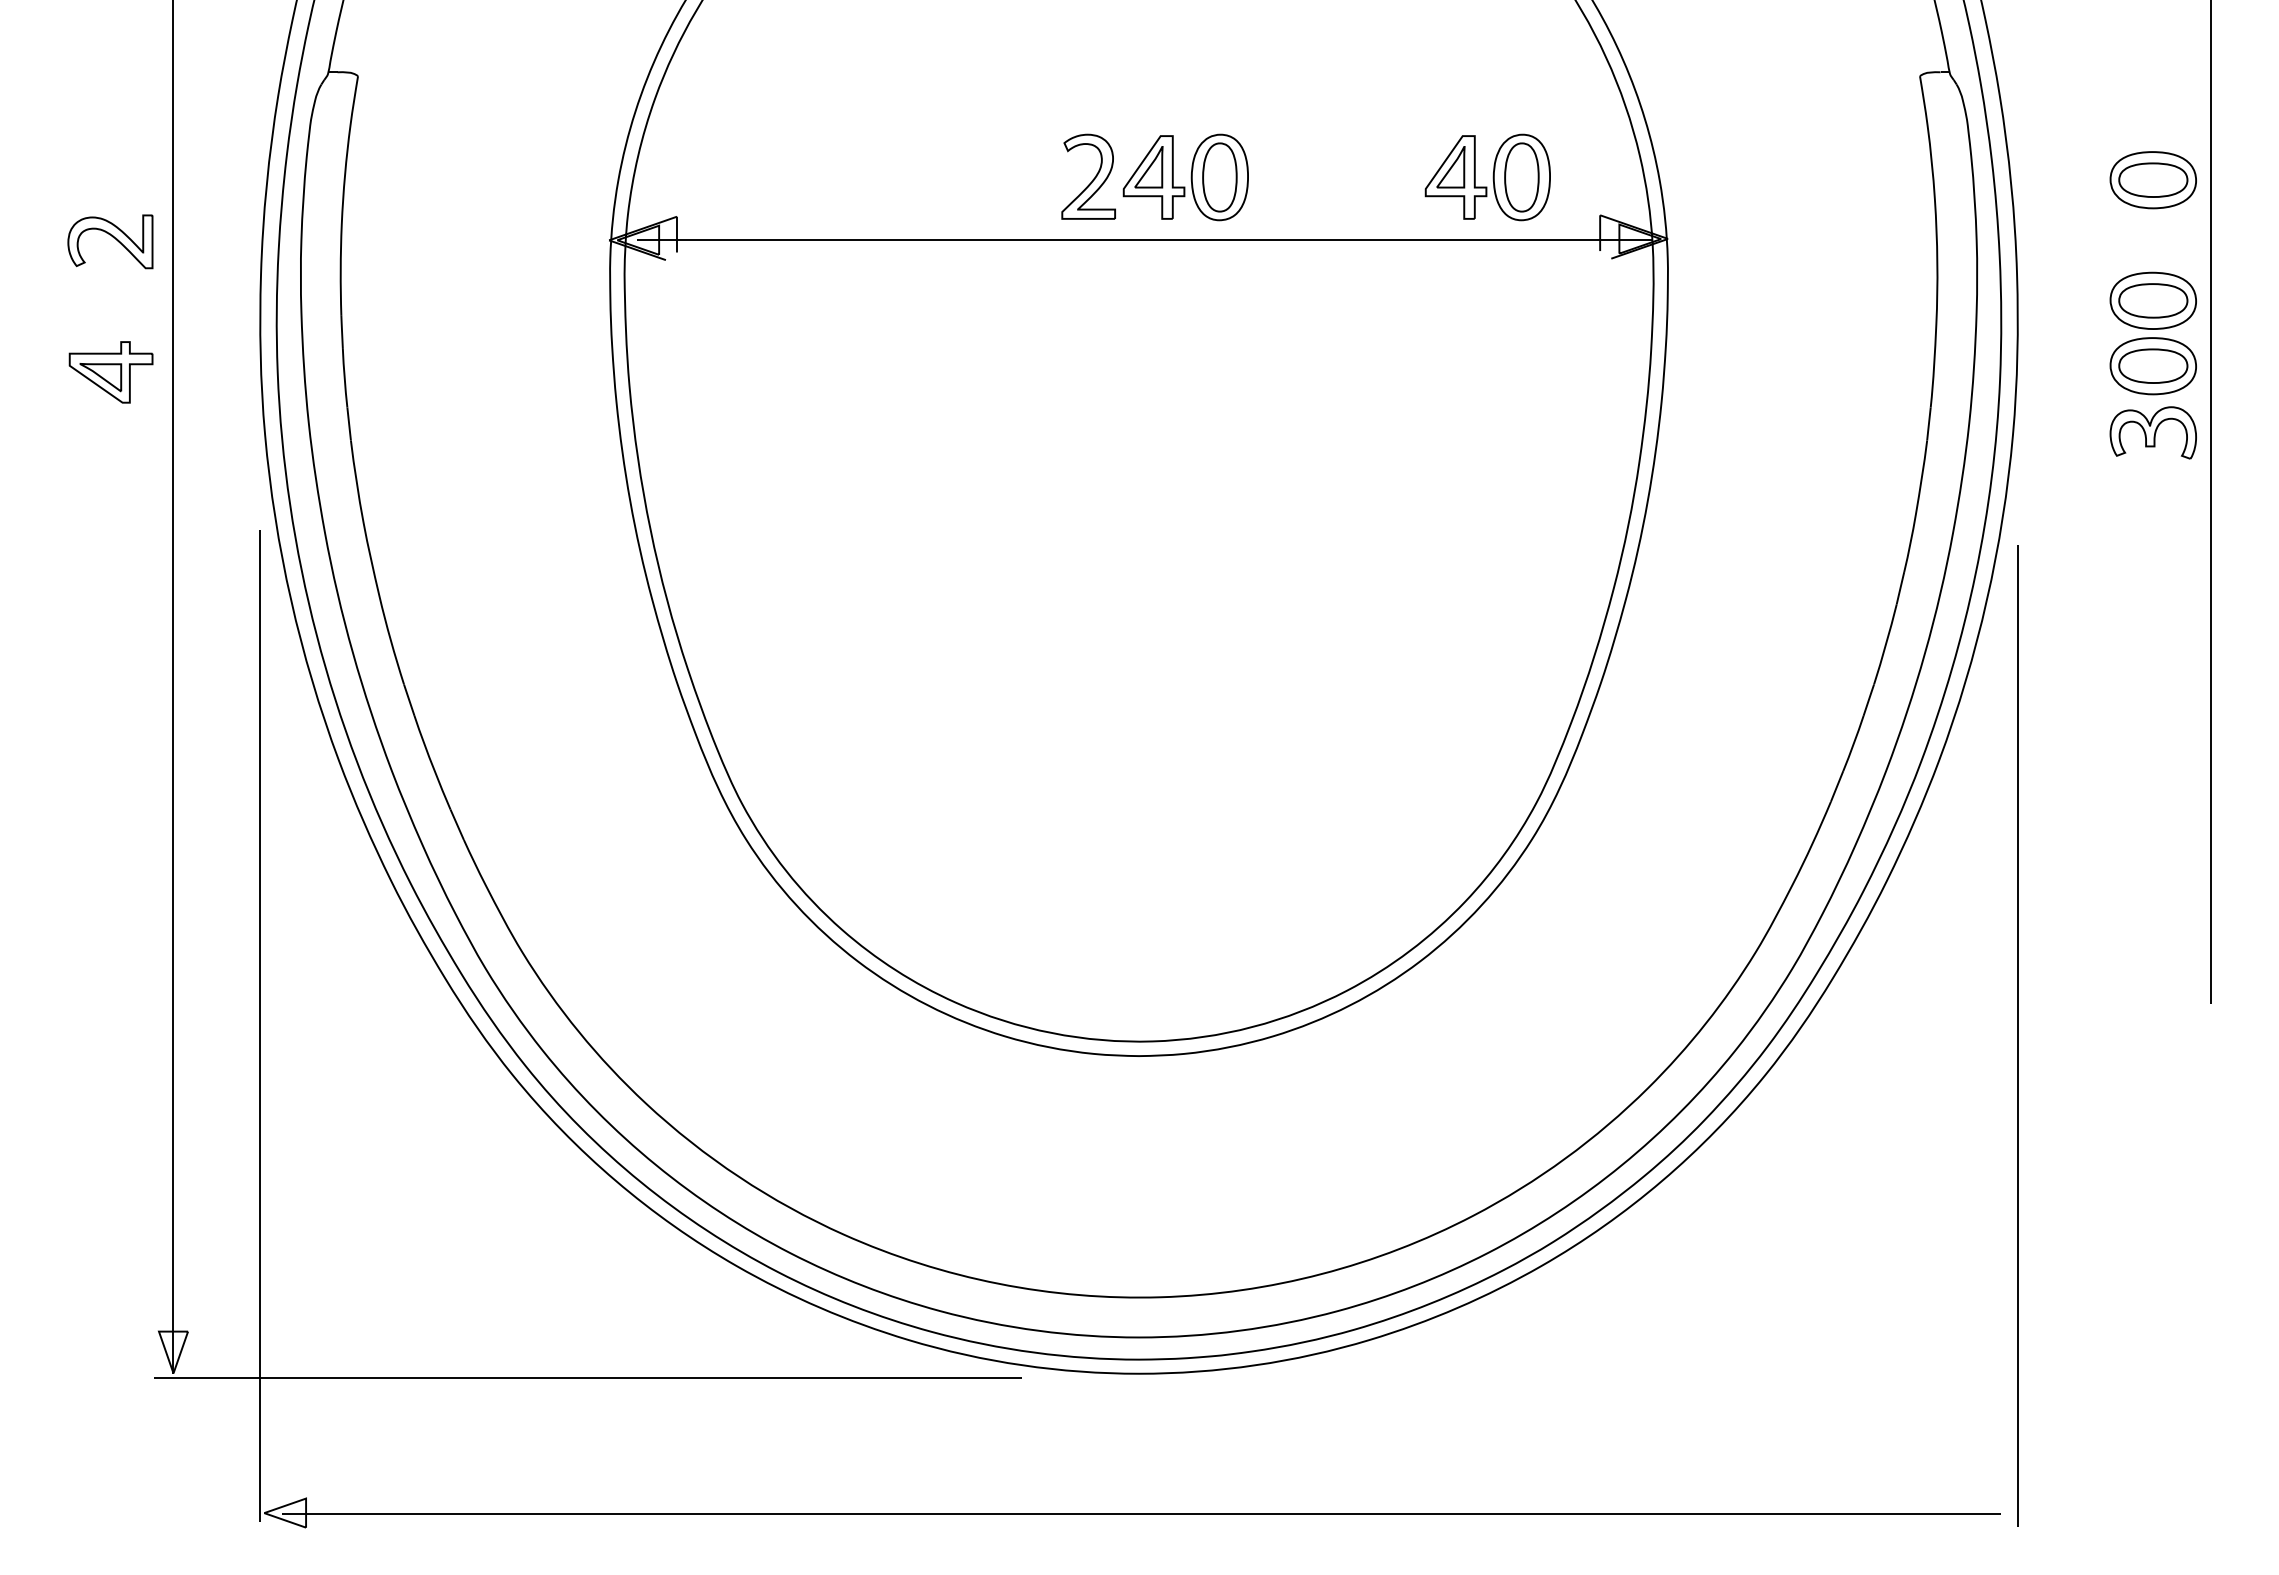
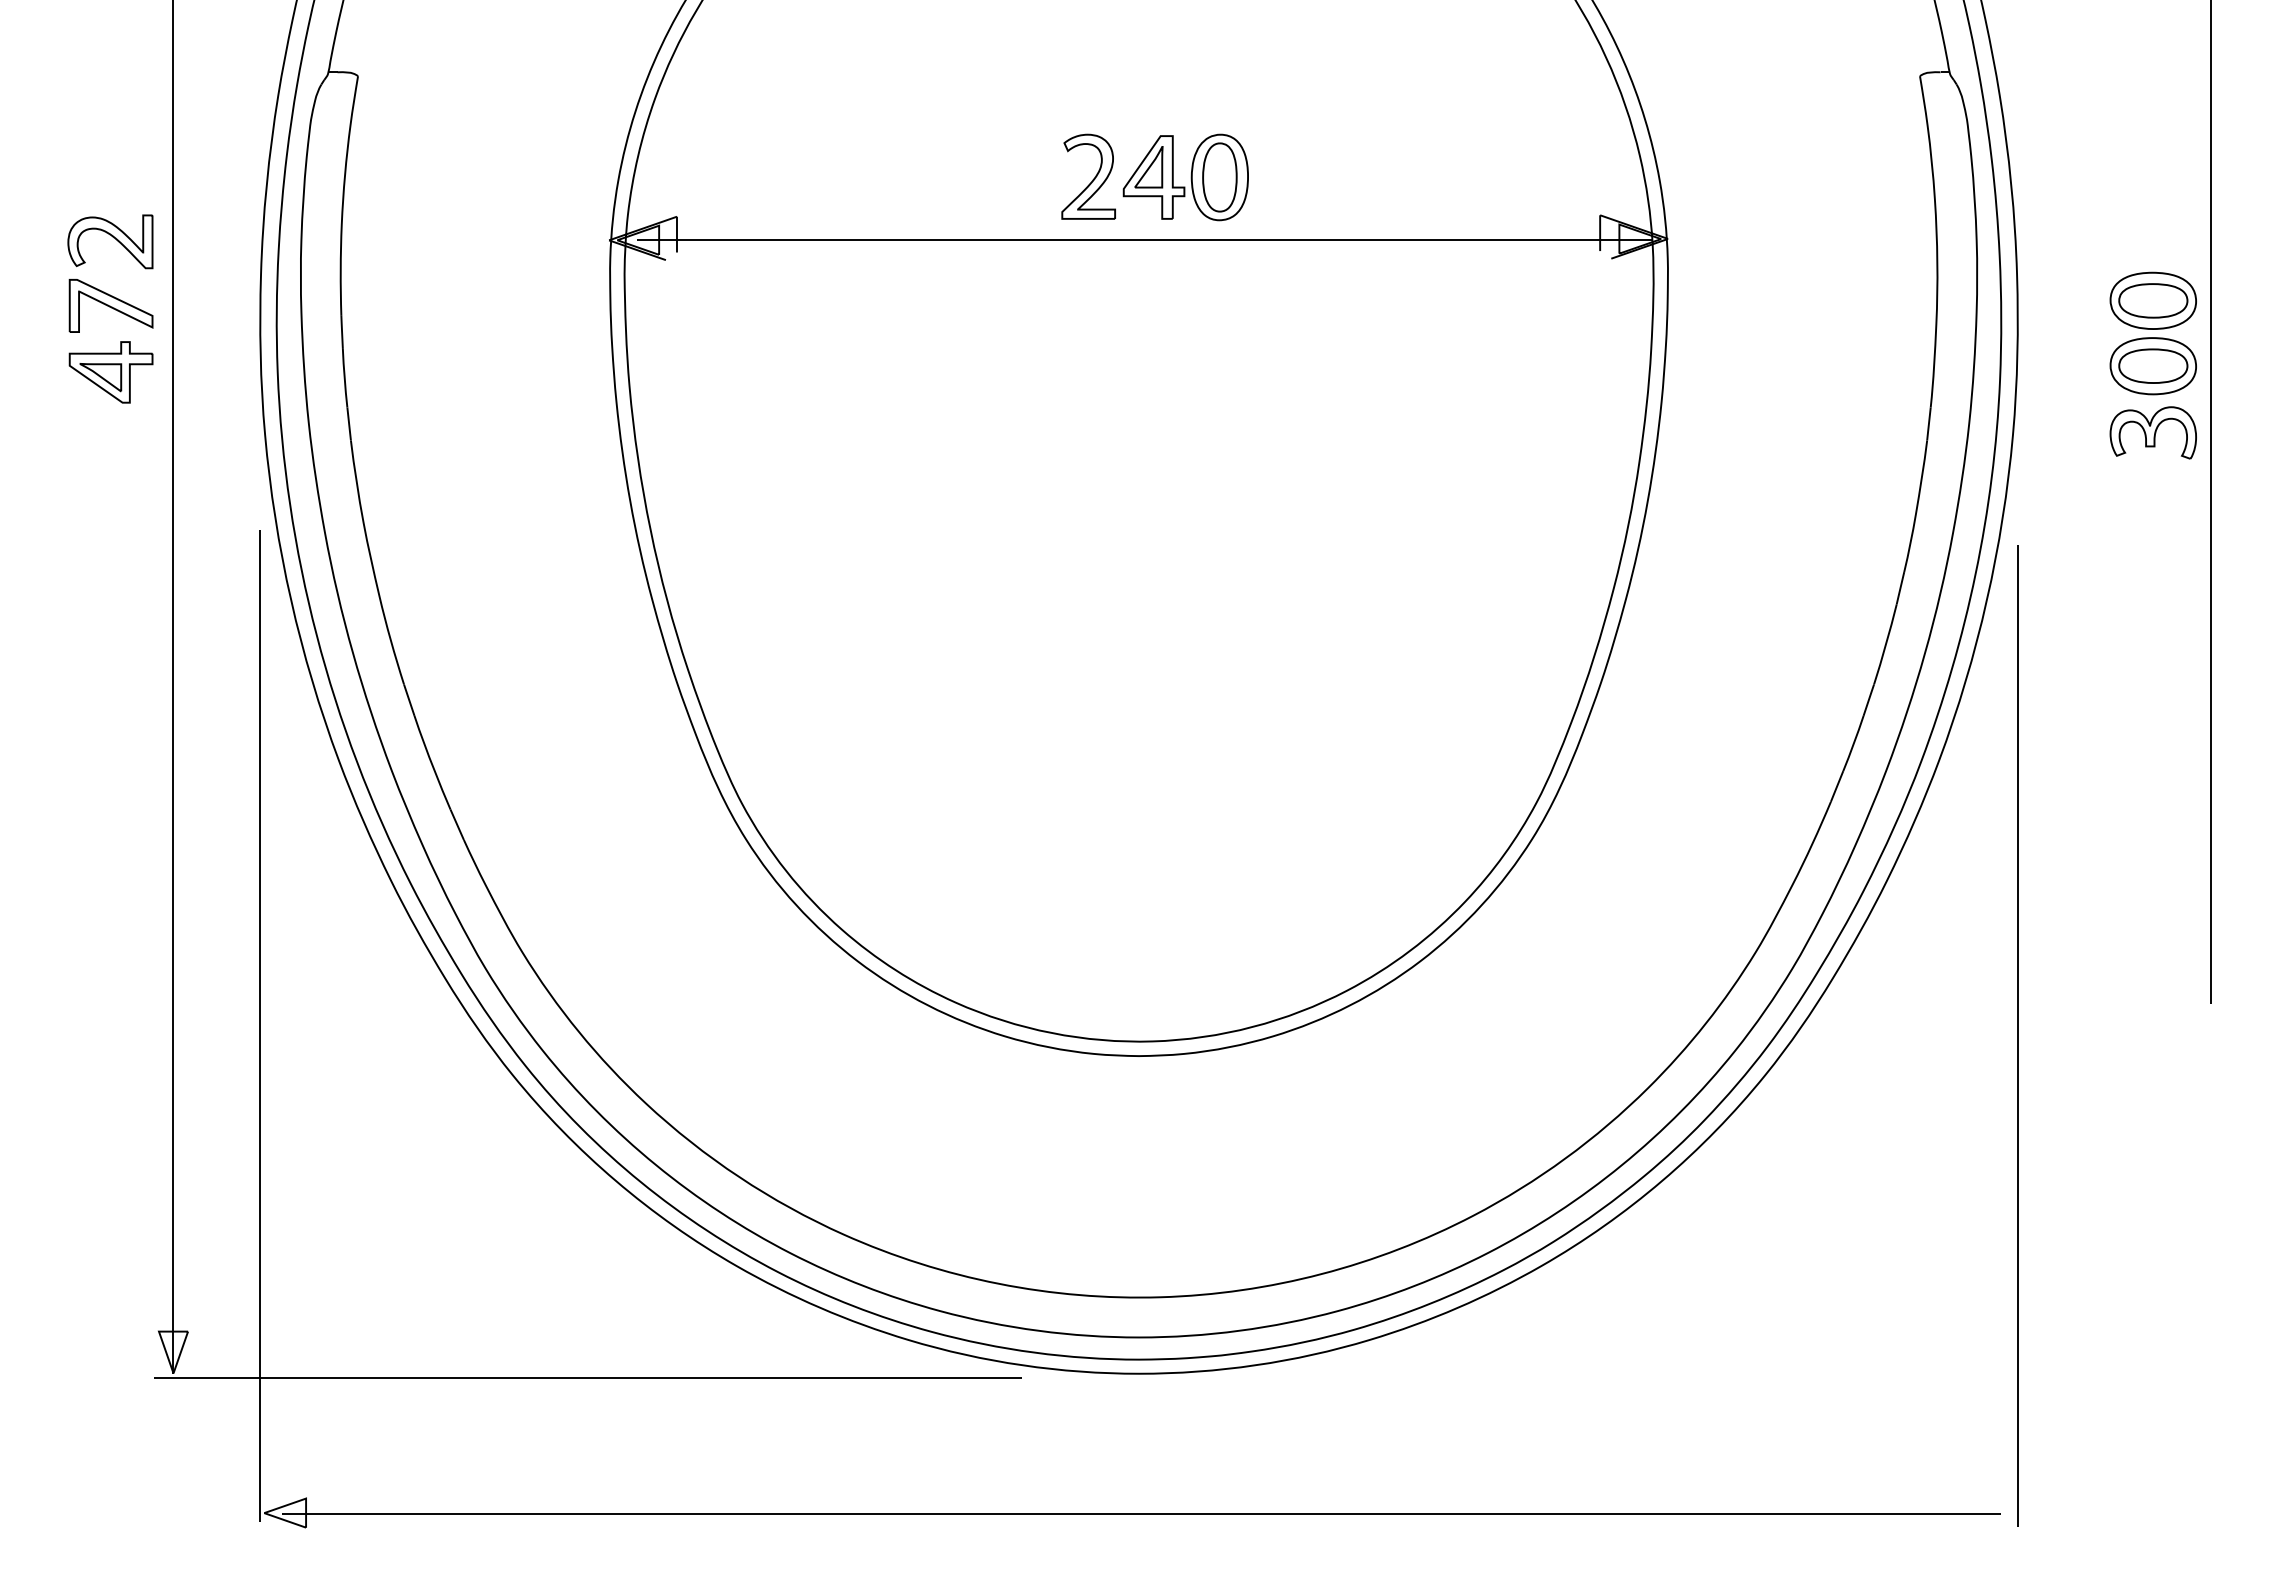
part at (1487, 177): present -> none
part at (2152, 180): present -> none
part at (110, 305): none -> present
